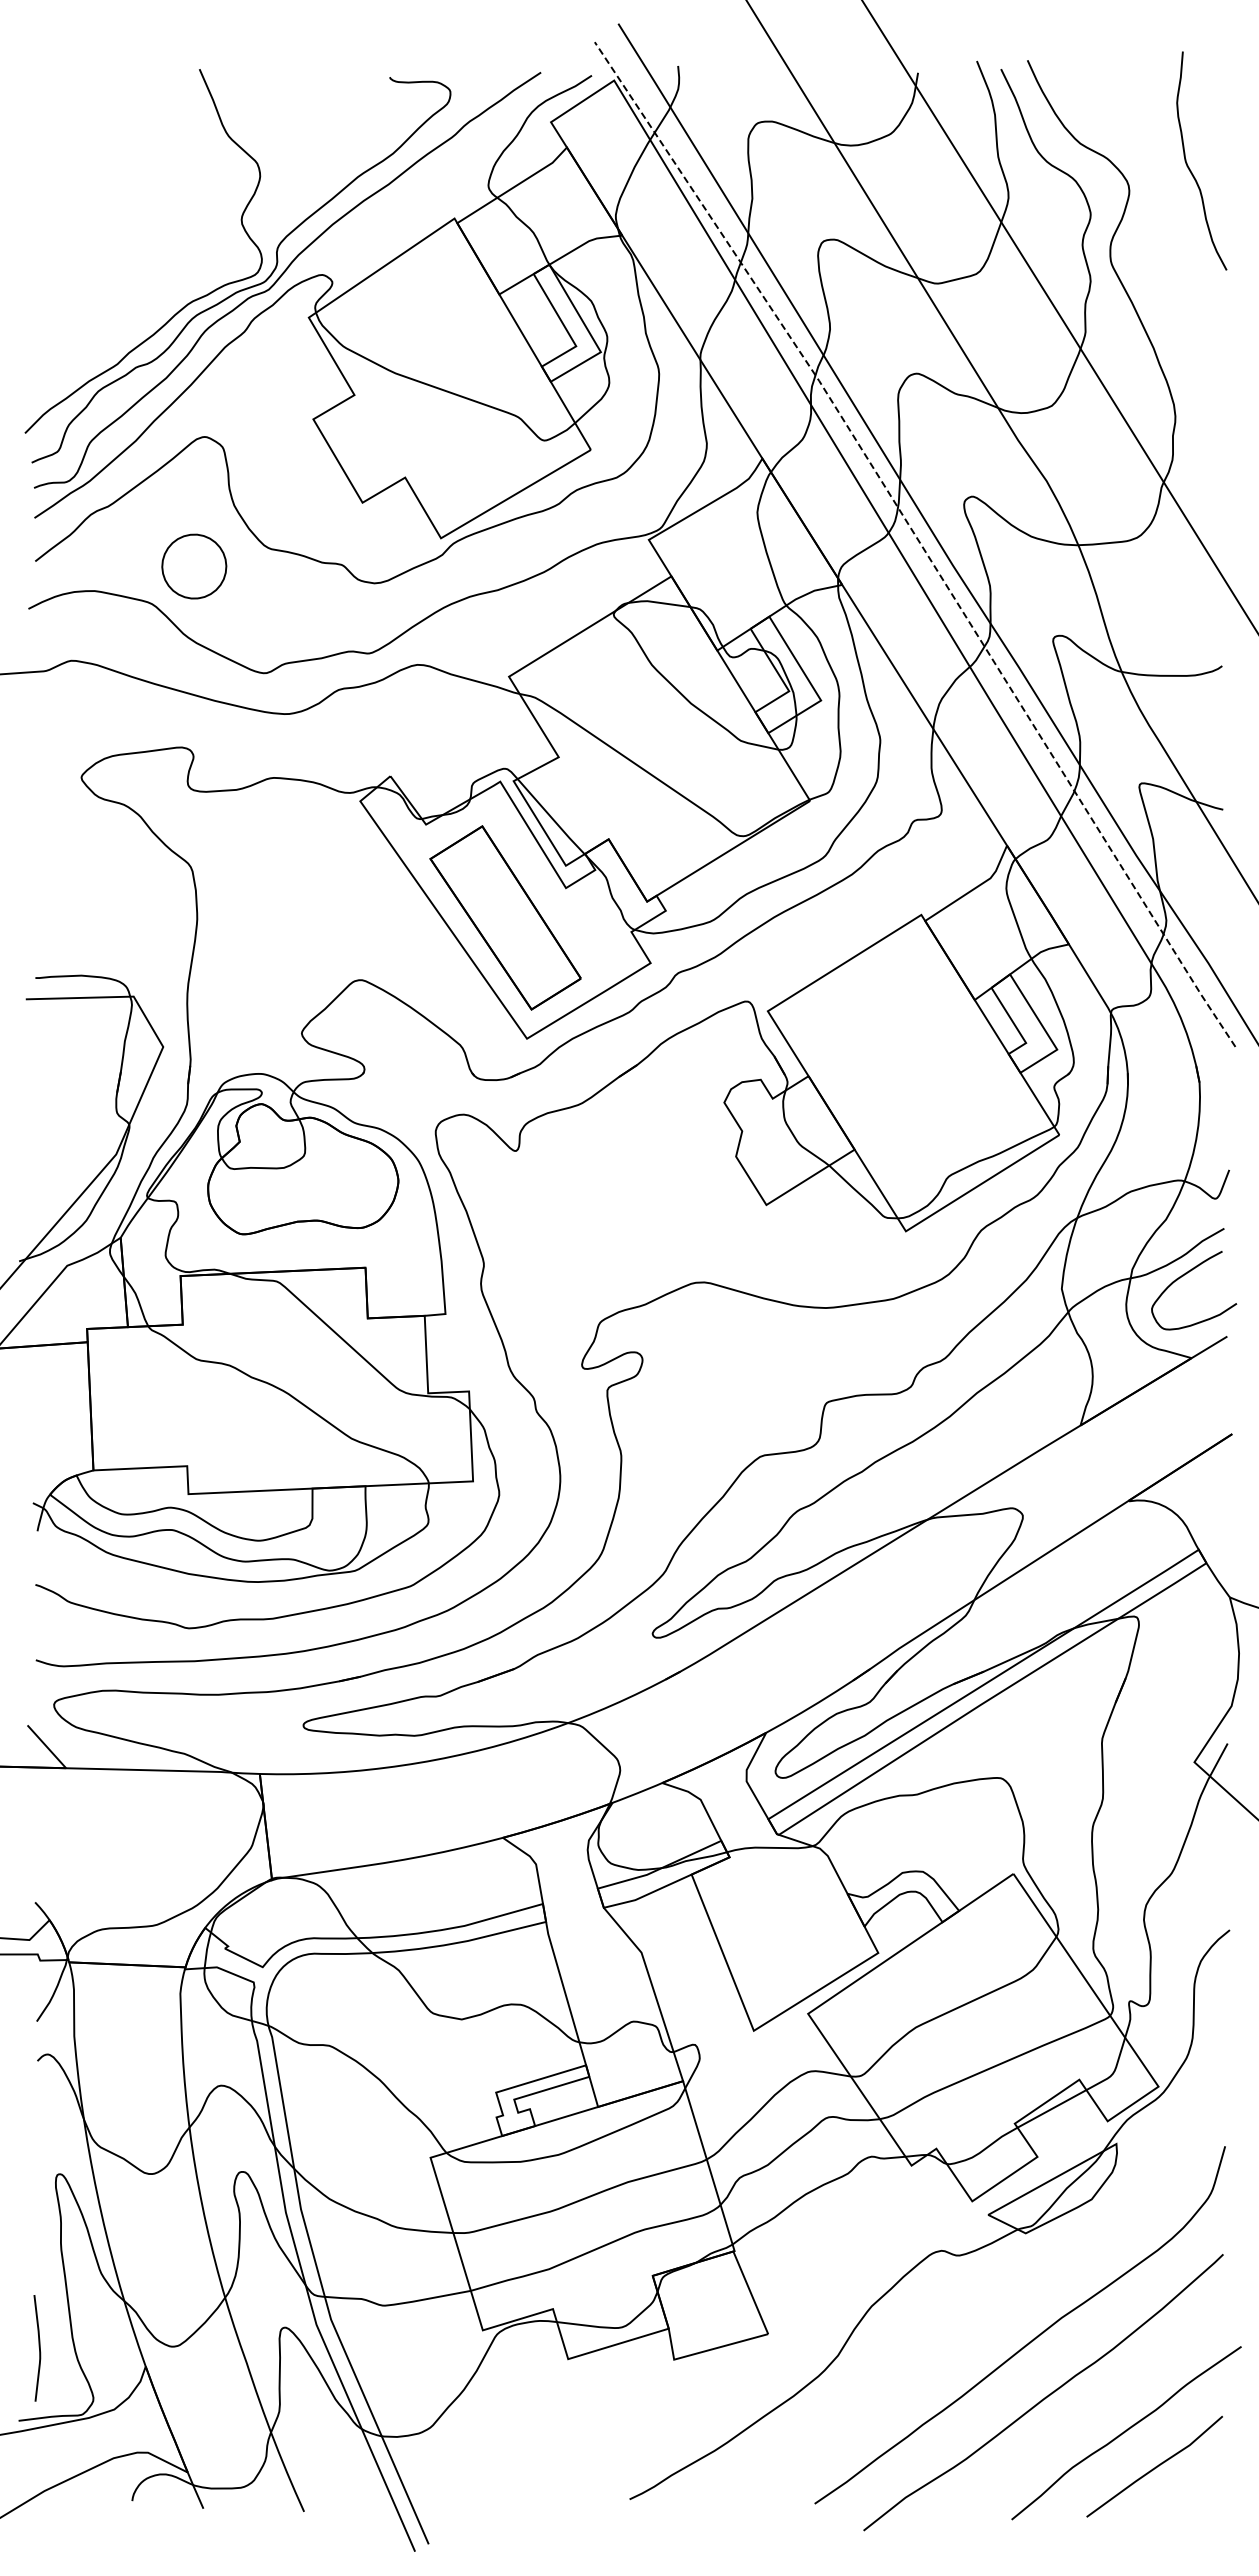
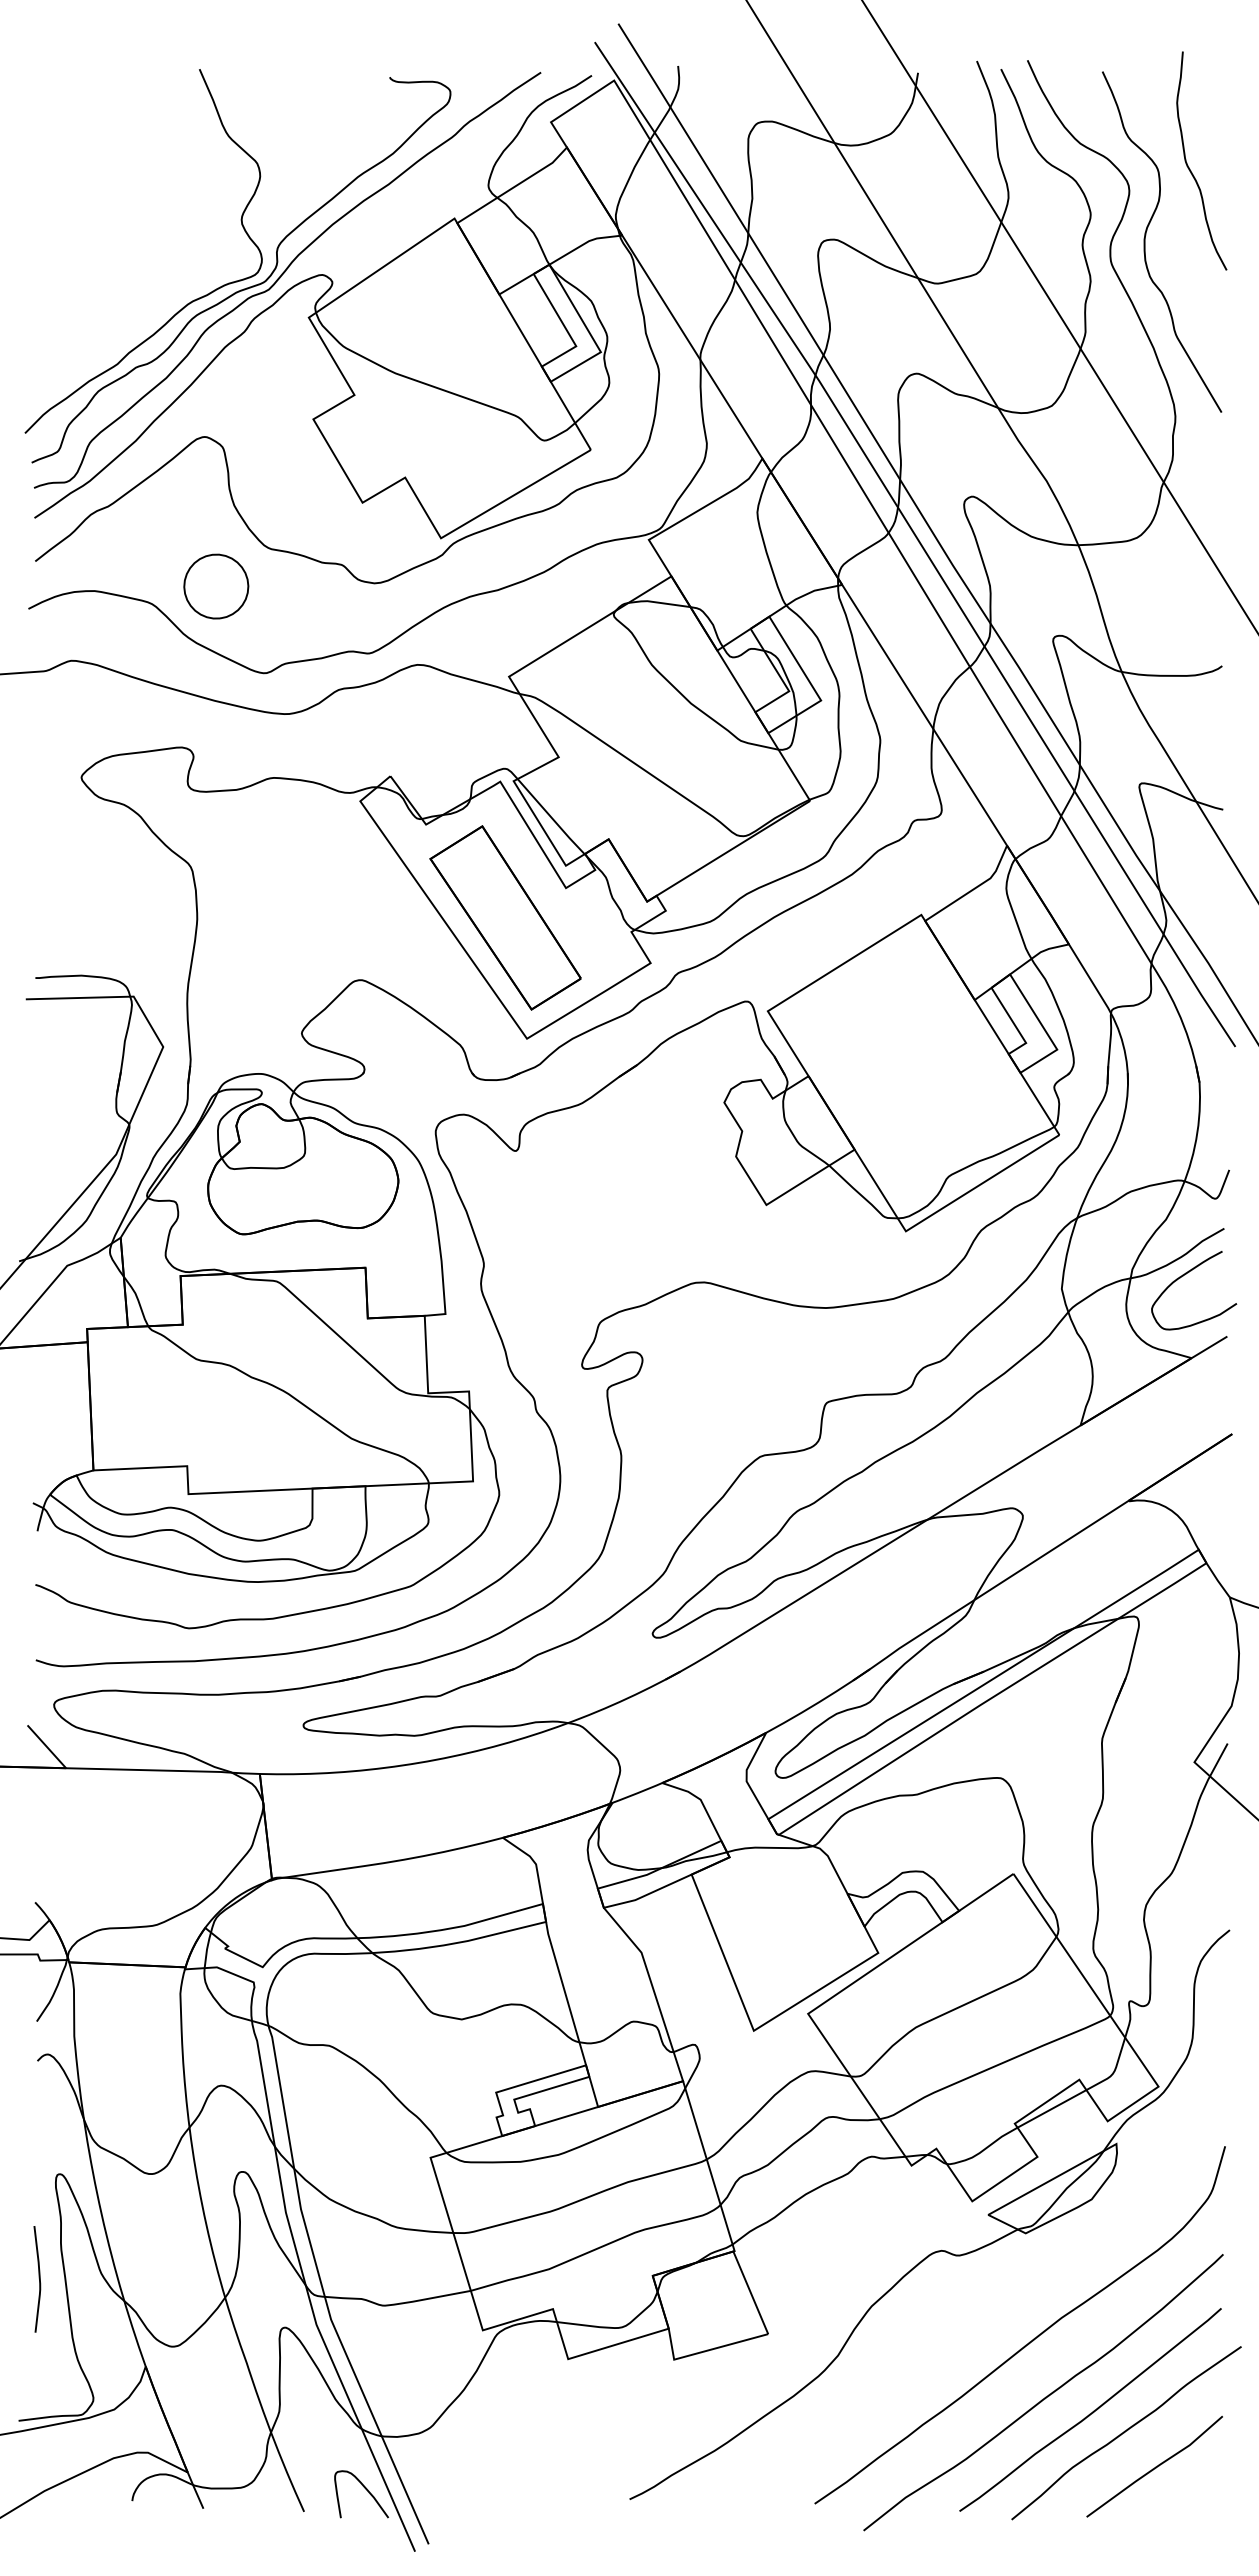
curve at (1145, 241): none -> present
line at (919, 542): dashed -> solid
part at (194, 566) position: (194, 566) -> (216, 586)
curve at (38, 2347) position: (38, 2347) -> (38, 2278)
curve at (1092, 2411): none -> present
curve at (365, 2489): none -> present
